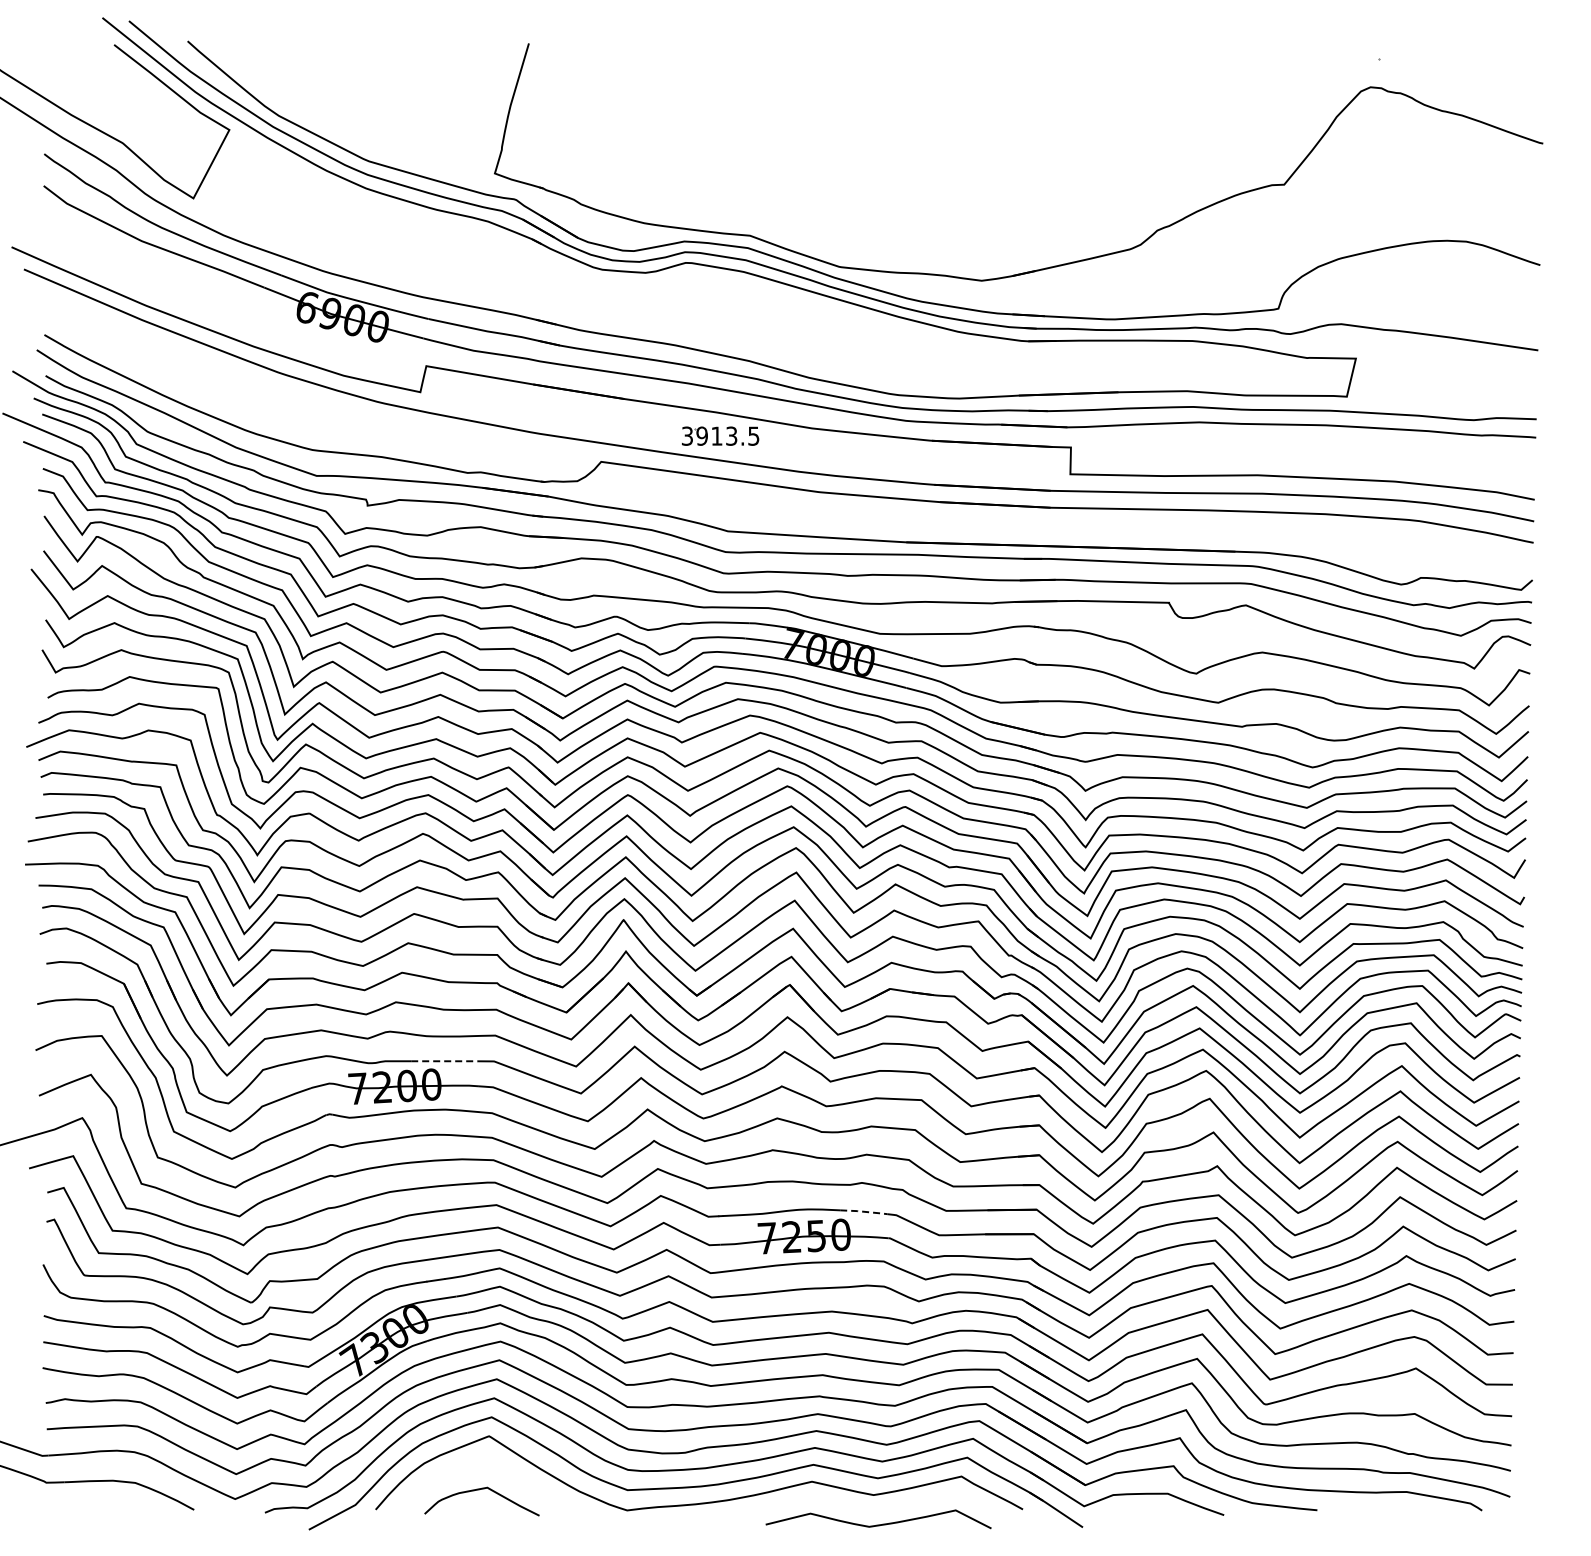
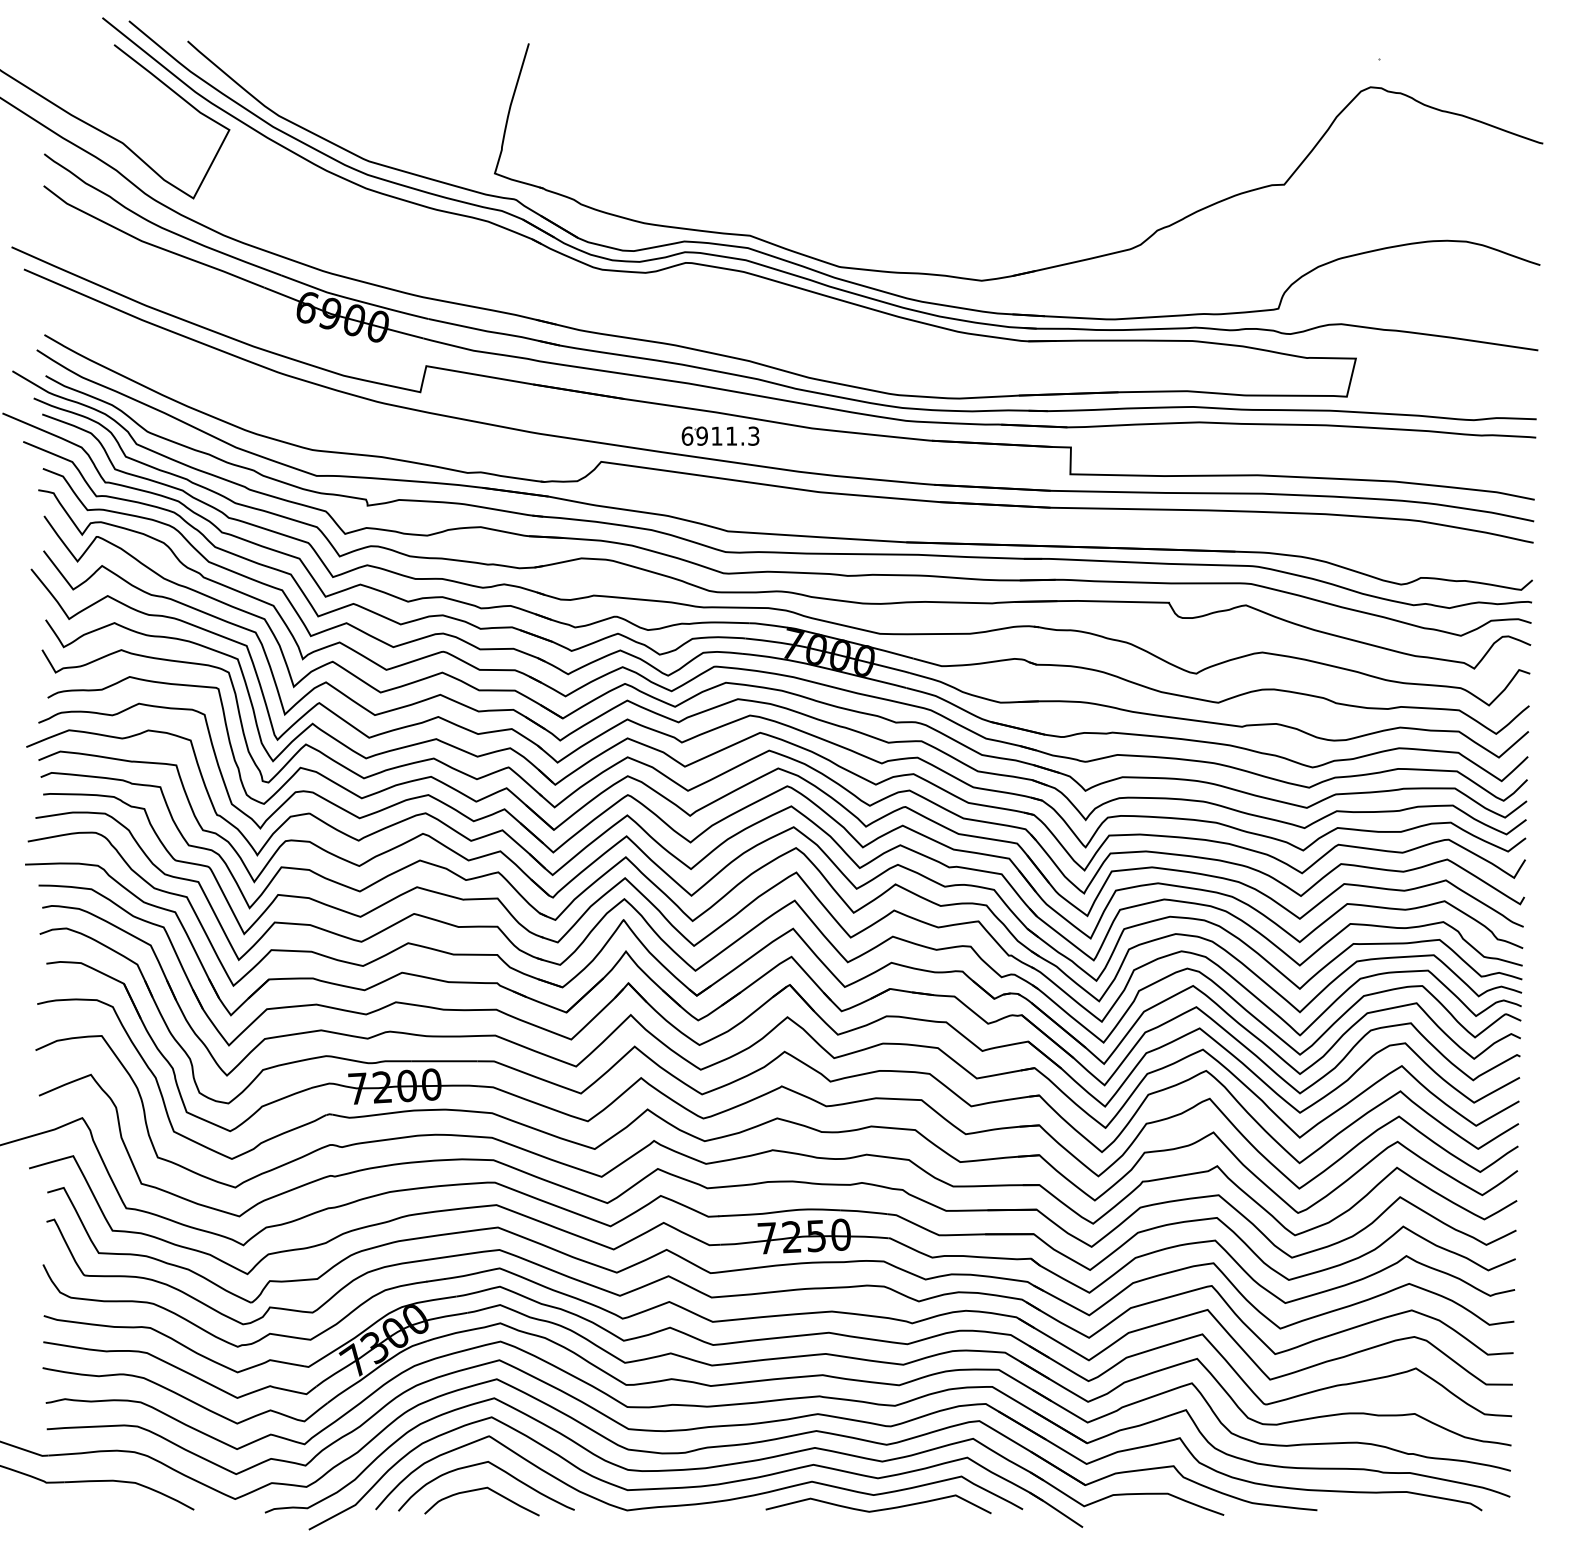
text at (720, 435): 3913.5 -> 6911.3
line at (445, 1061): dashed -> solid
line at (863, 1211): dashed -> solid
curve at (495, 1467): none -> present
curve at (878, 1524) position: (878, 1524) -> (878, 1509)
